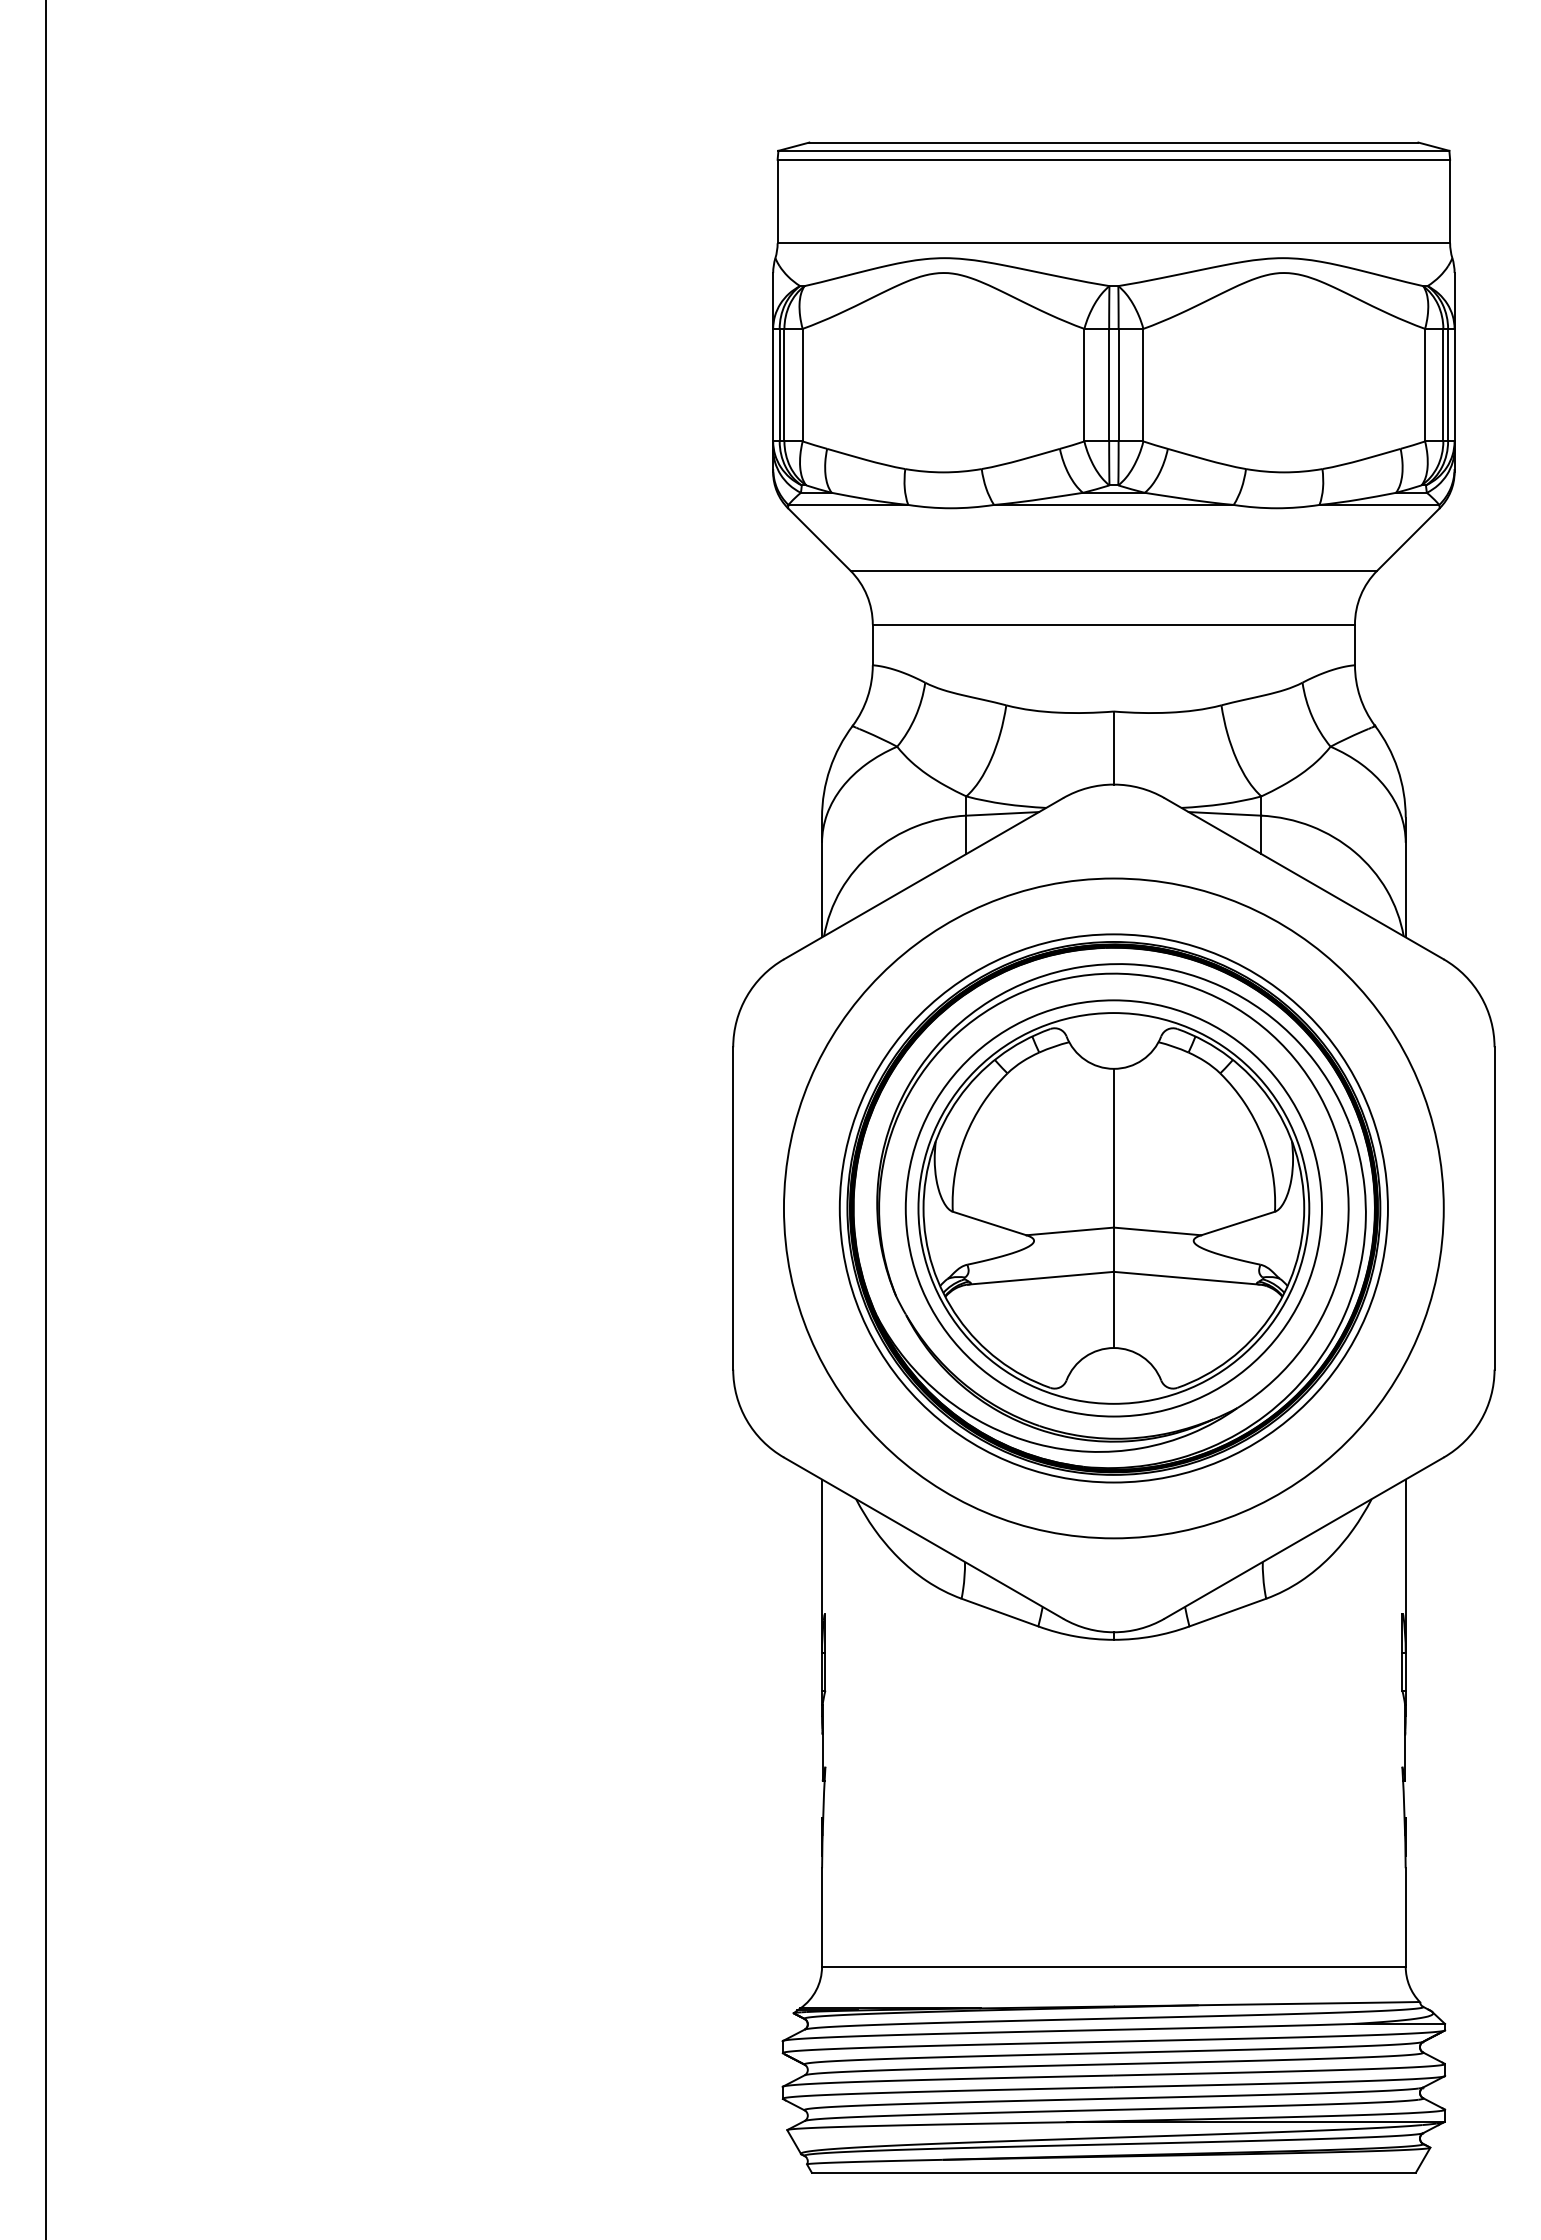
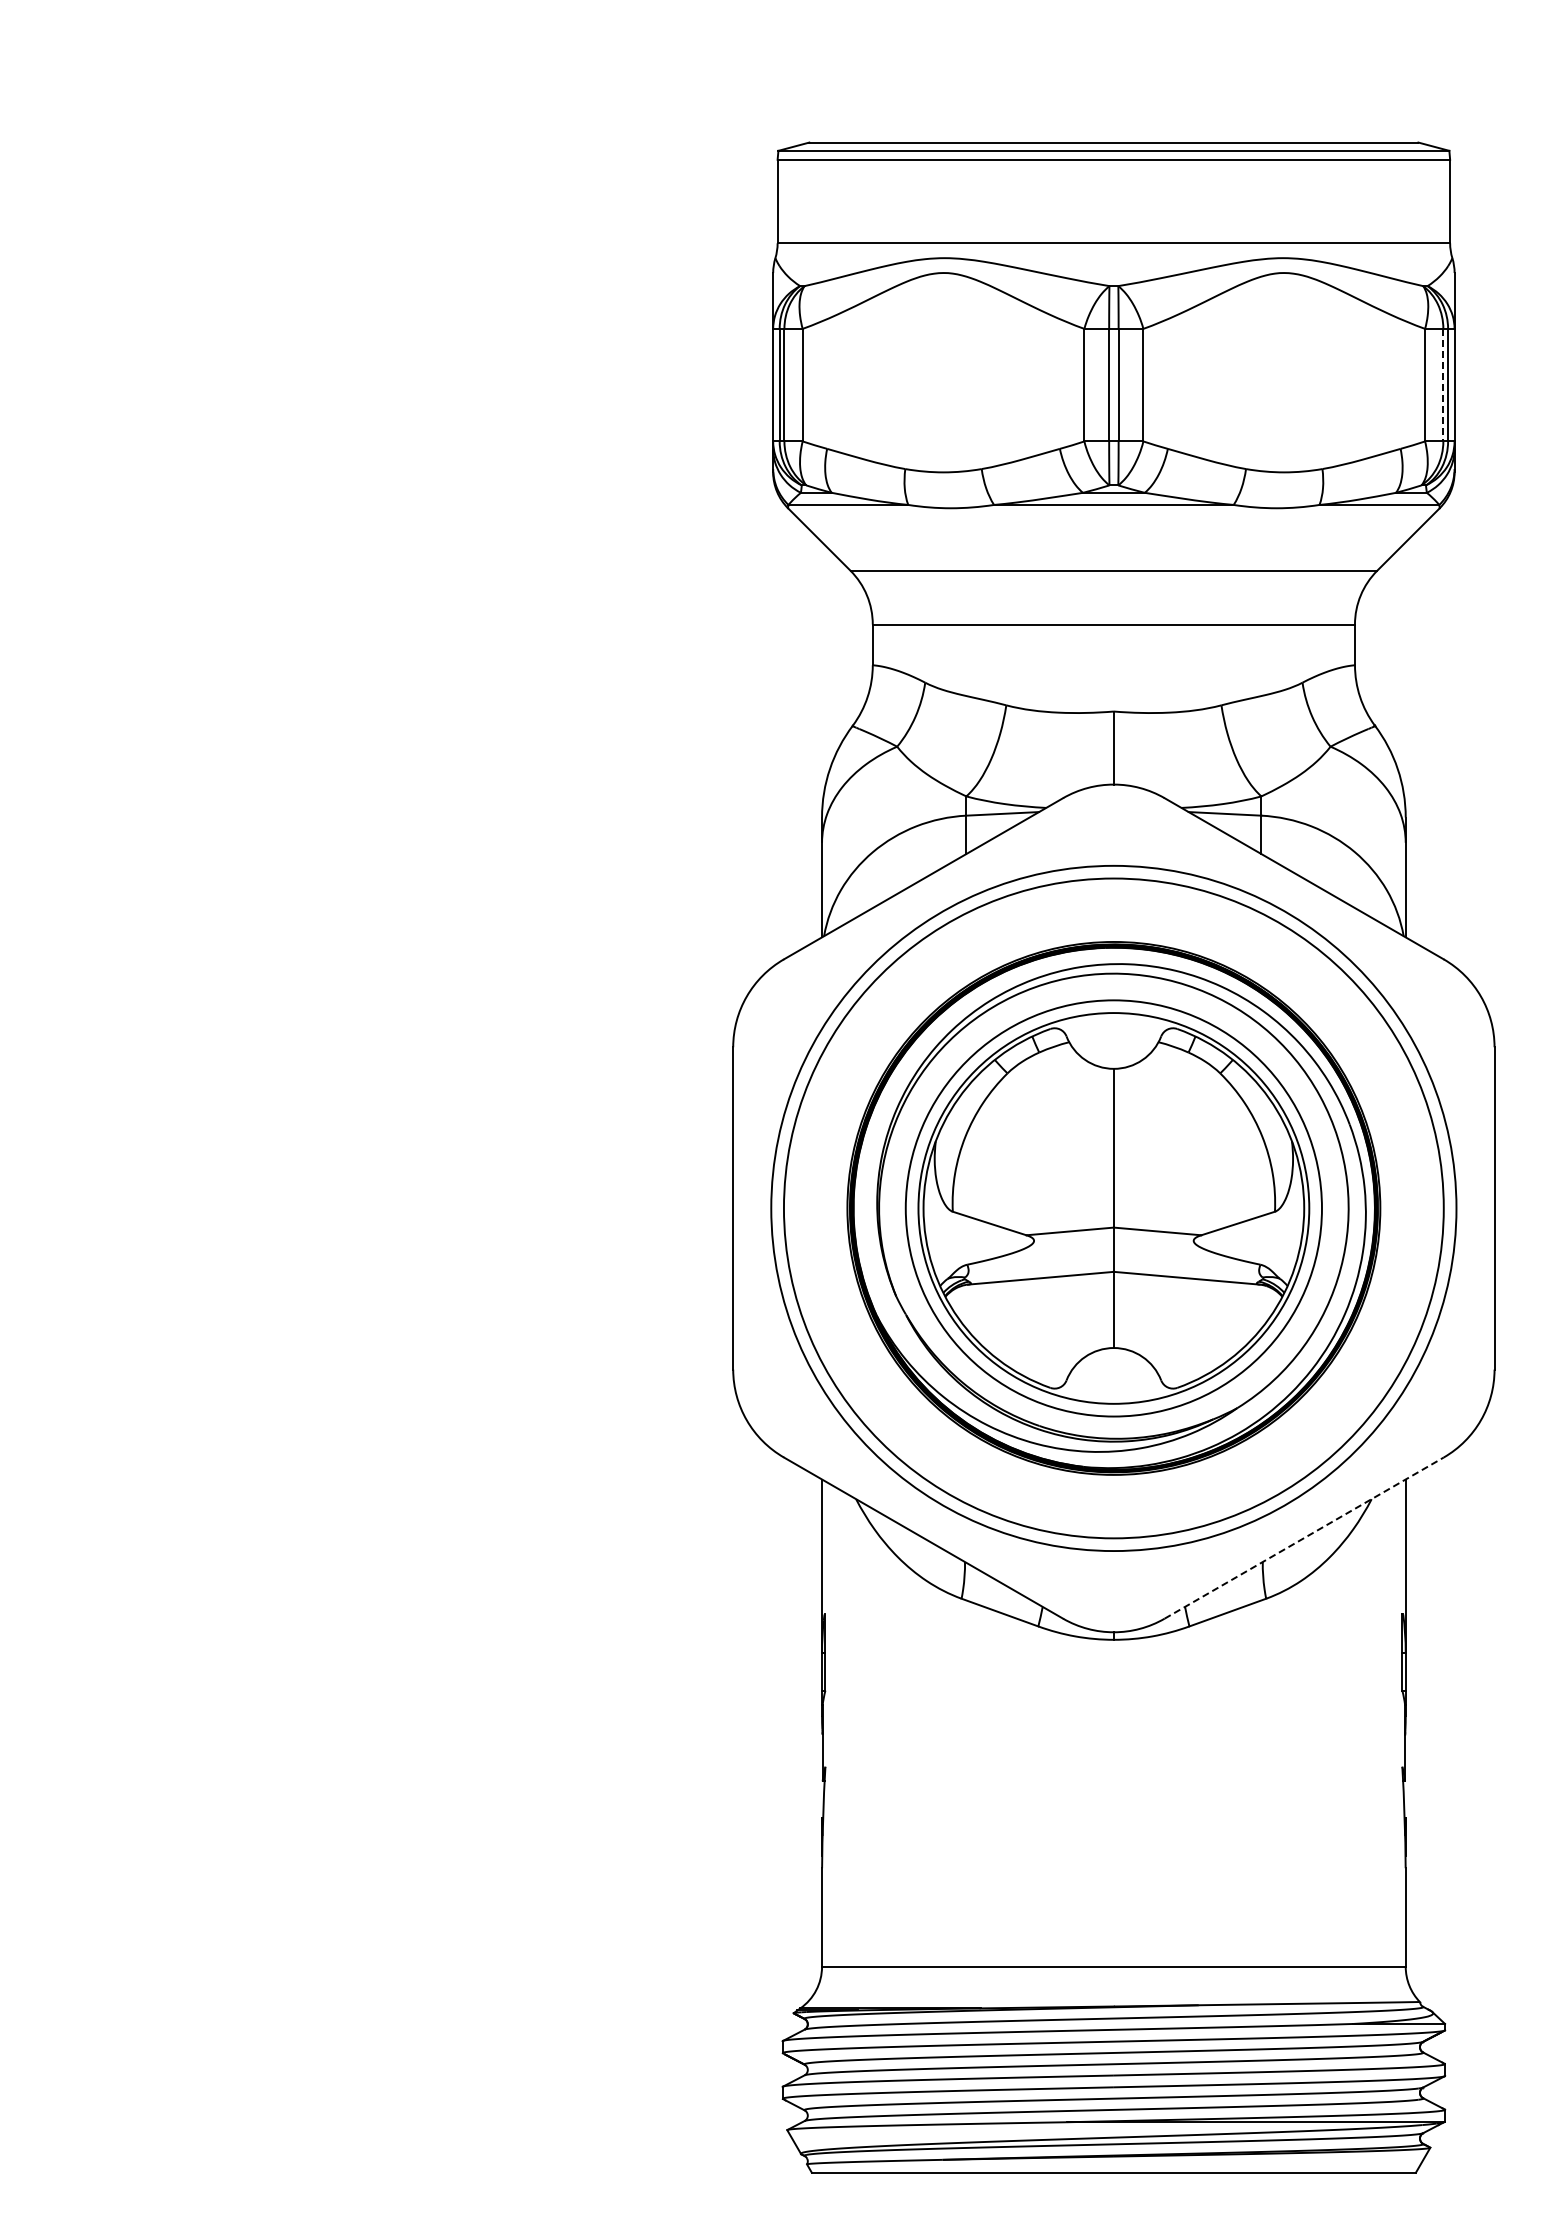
line at (1443, 385): solid -> dashed
line at (46, 1119): present -> none
circle at (1113, 1208) diameter: 548 px -> 685 px
line at (1304, 1537): solid -> dashed
